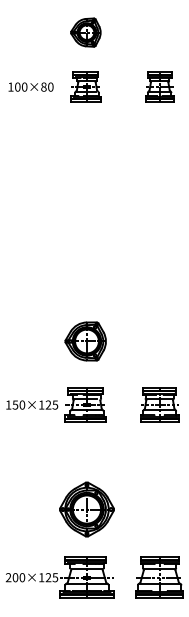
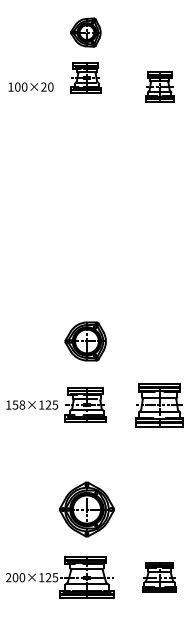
text at (43, 86): 100×80 -> 100×20
part at (85, 86) position: (85, 86) -> (85, 77)
part at (159, 404) size: 40x36 px -> 49x45 px
text at (22, 405): 150×125 -> 158×125
part at (159, 577) size: 49x43 px -> 35x31 px
